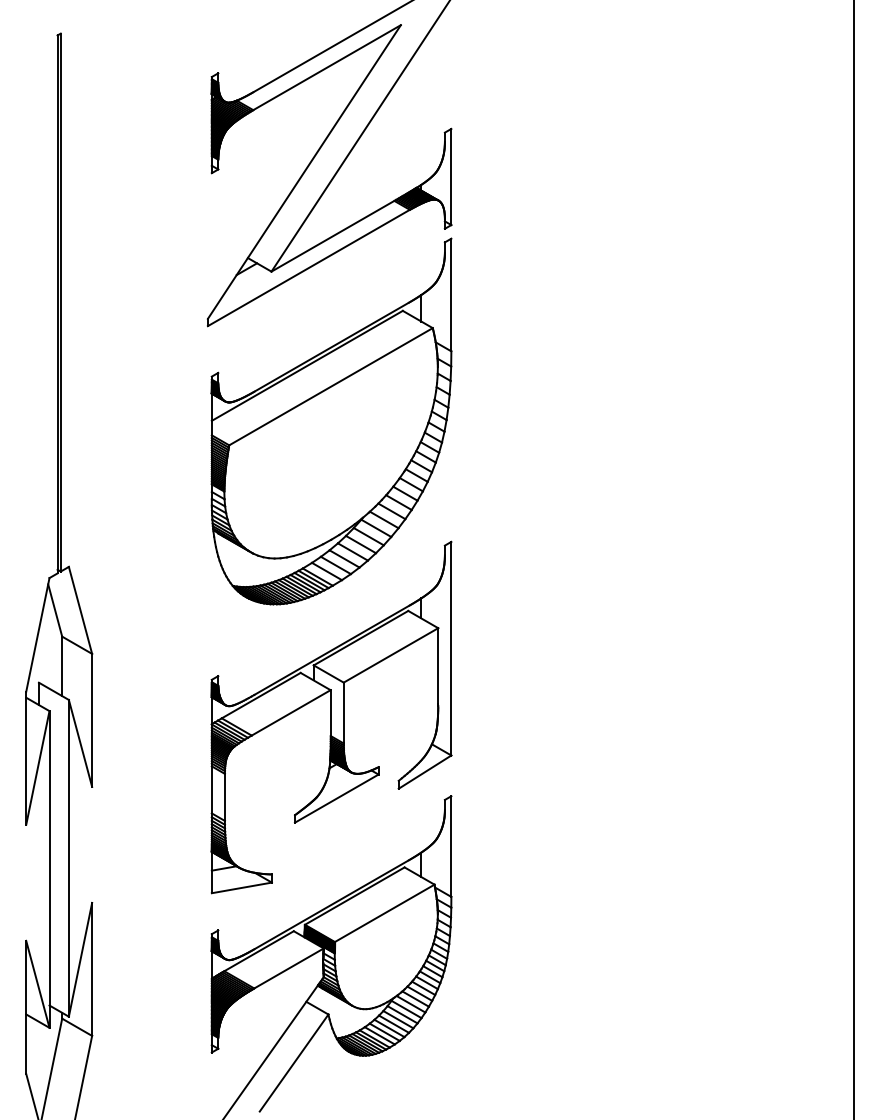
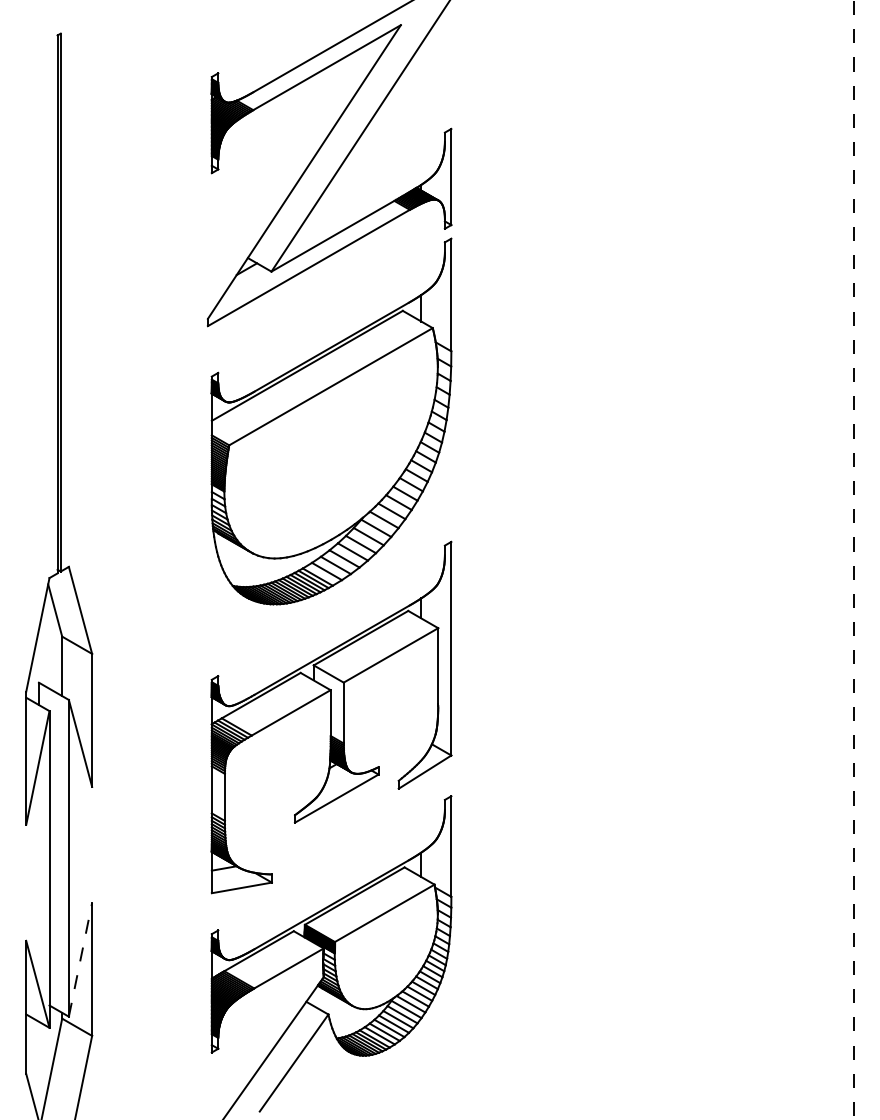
line at (853, 559): solid -> dashed
line at (80, 959): solid -> dashed
